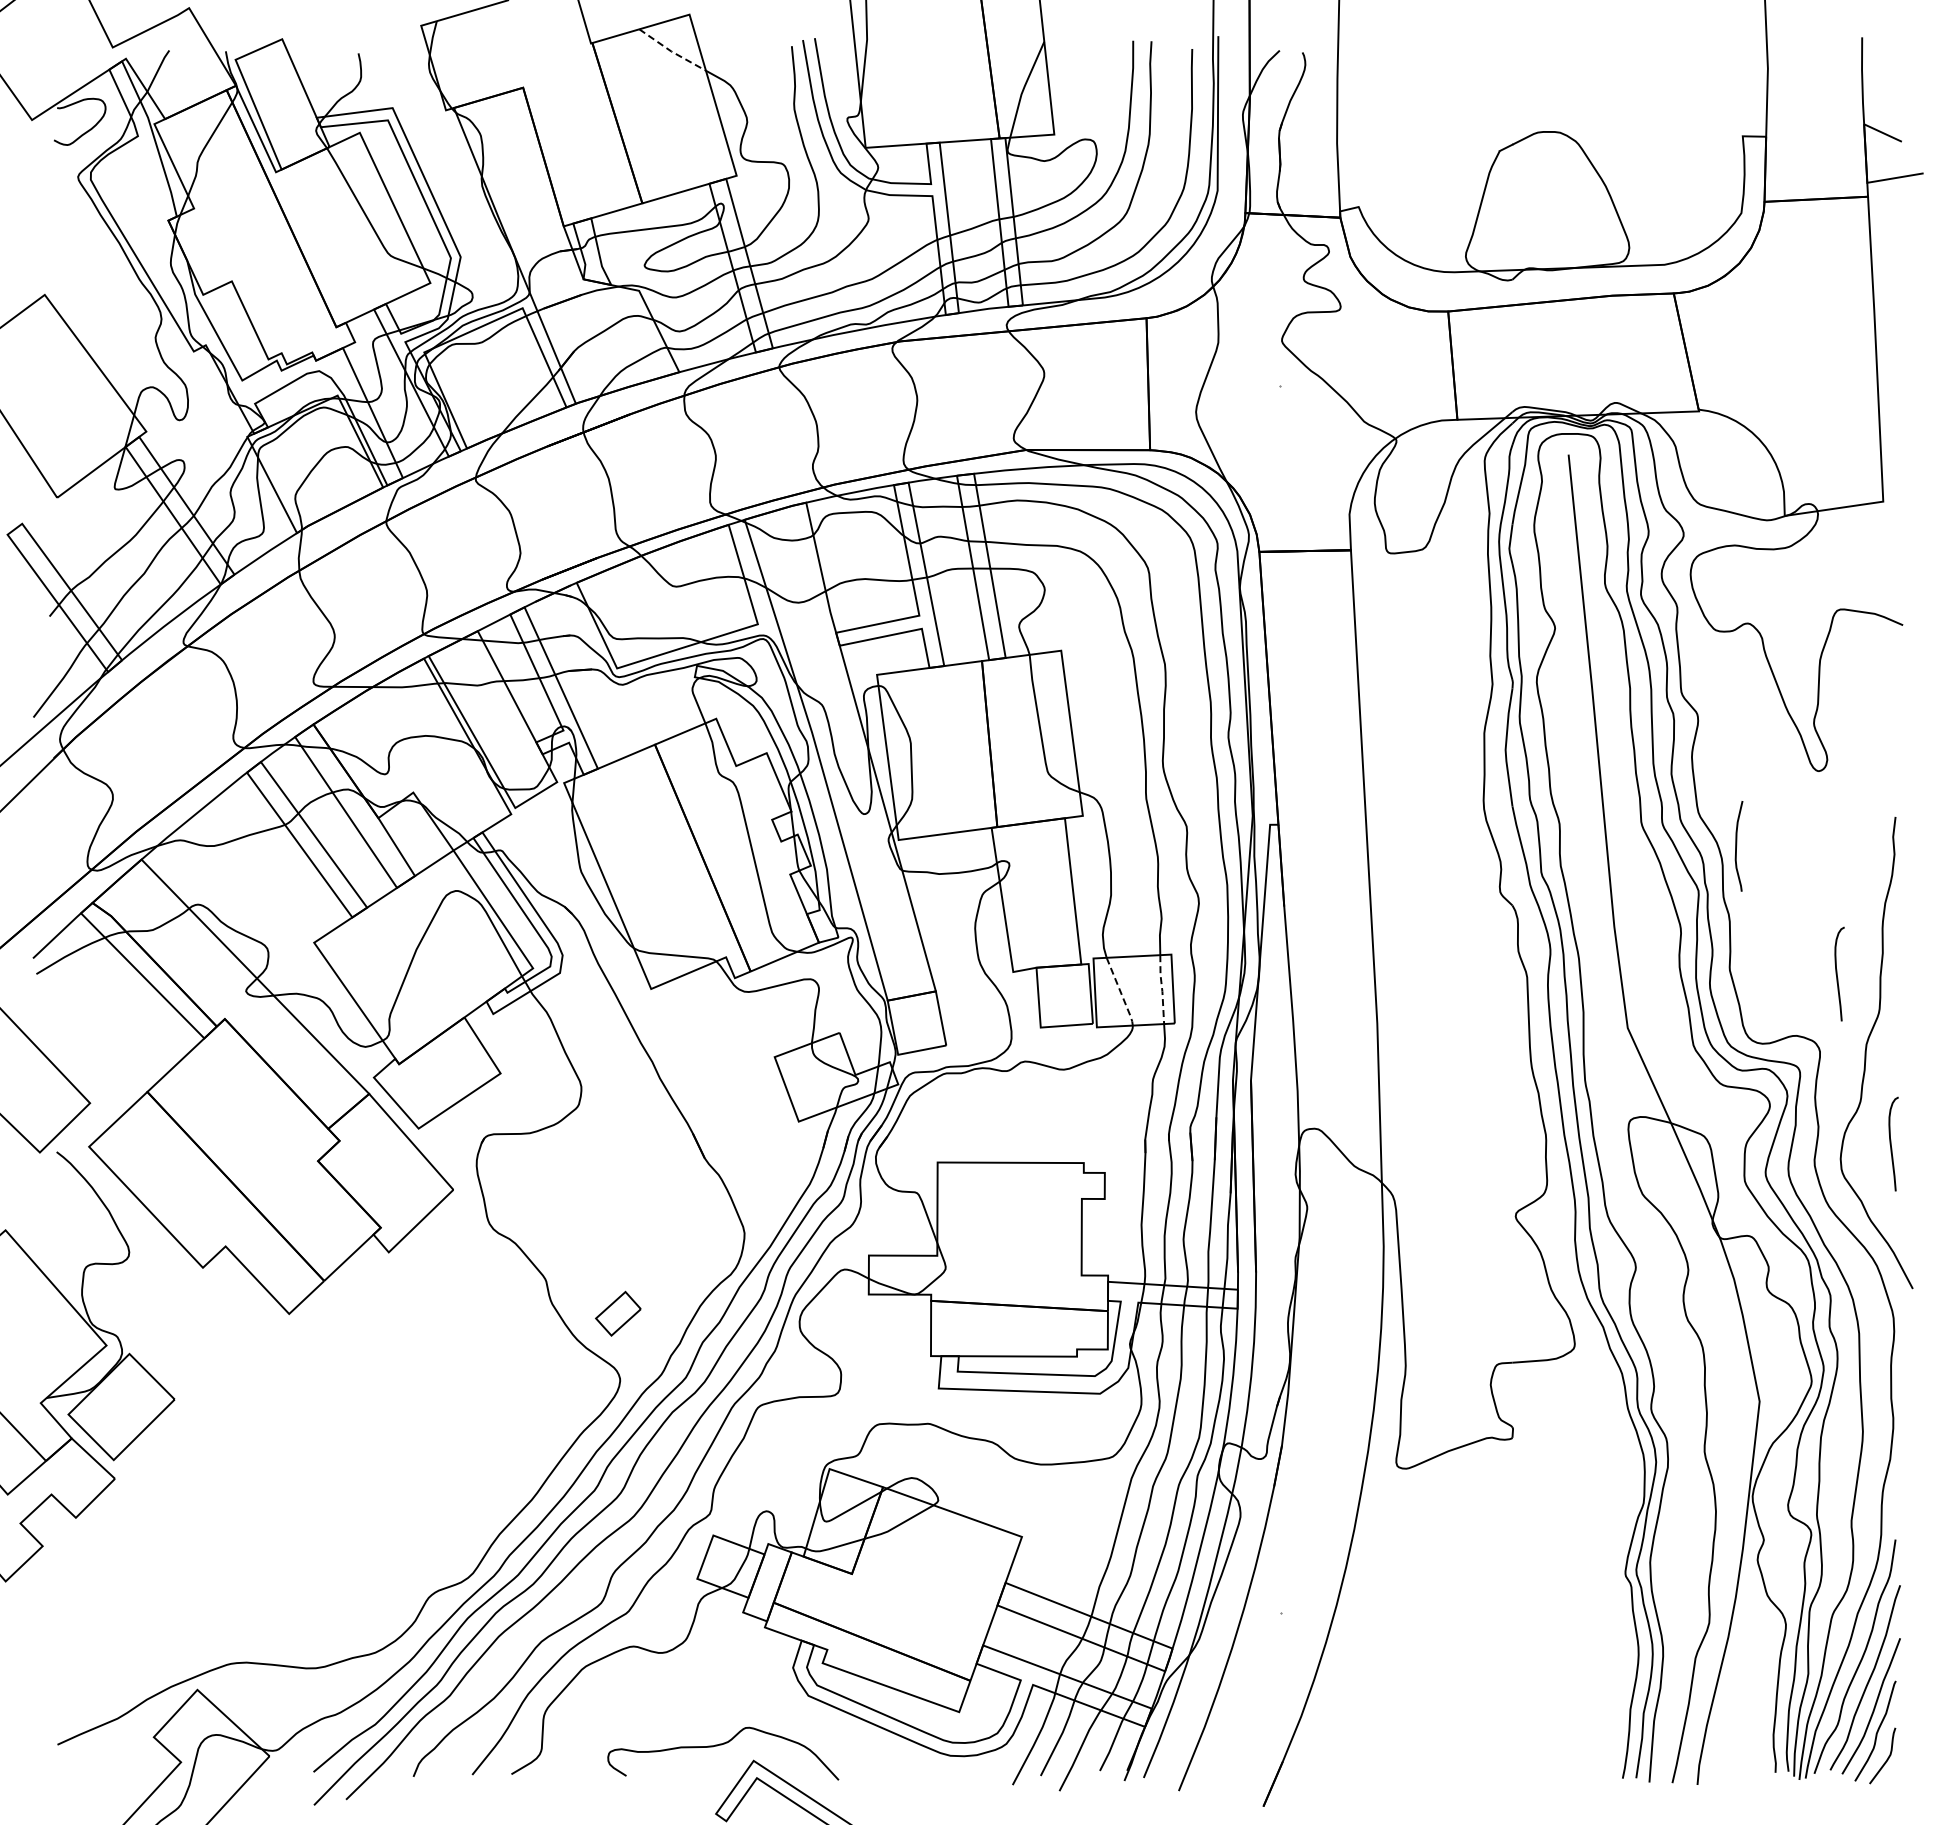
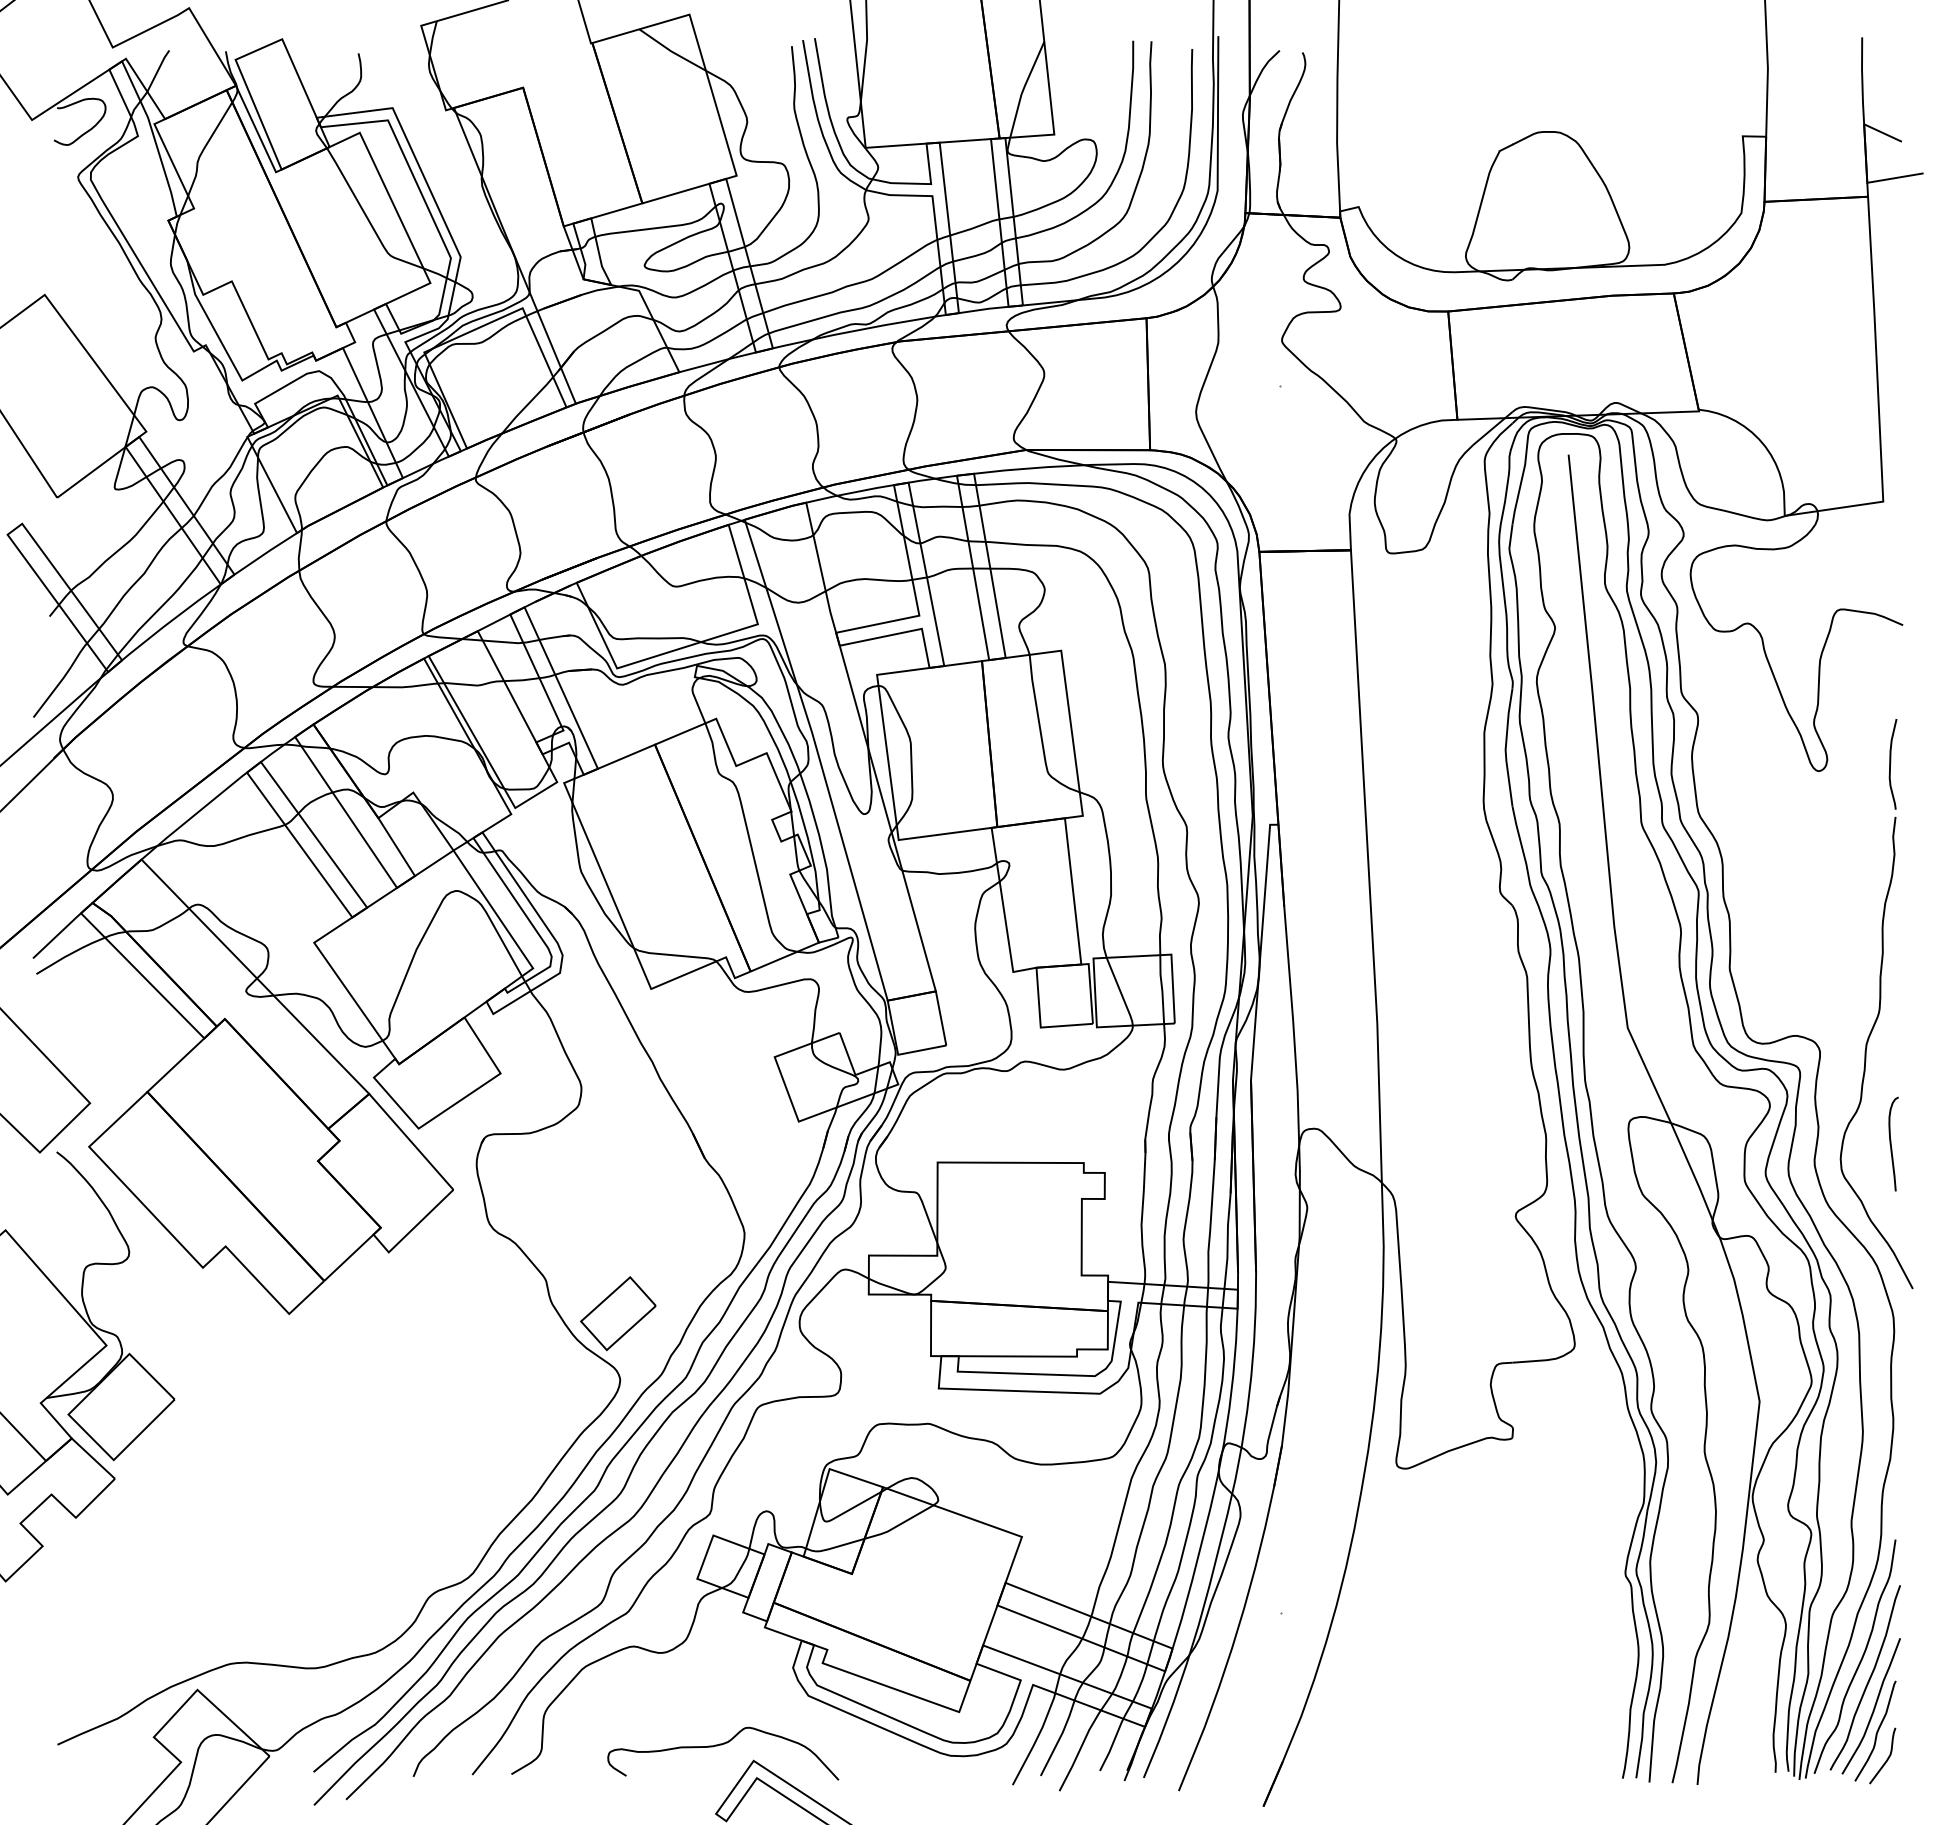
line at (671, 51): dashed -> solid
curve at (1737, 845) position: (1737, 845) -> (1891, 763)
curve at (1837, 973): present -> none
line at (1162, 989): dashed -> solid
line at (1120, 992): dashed -> solid
part at (618, 1313) size: 47x47 px -> 77x76 px
